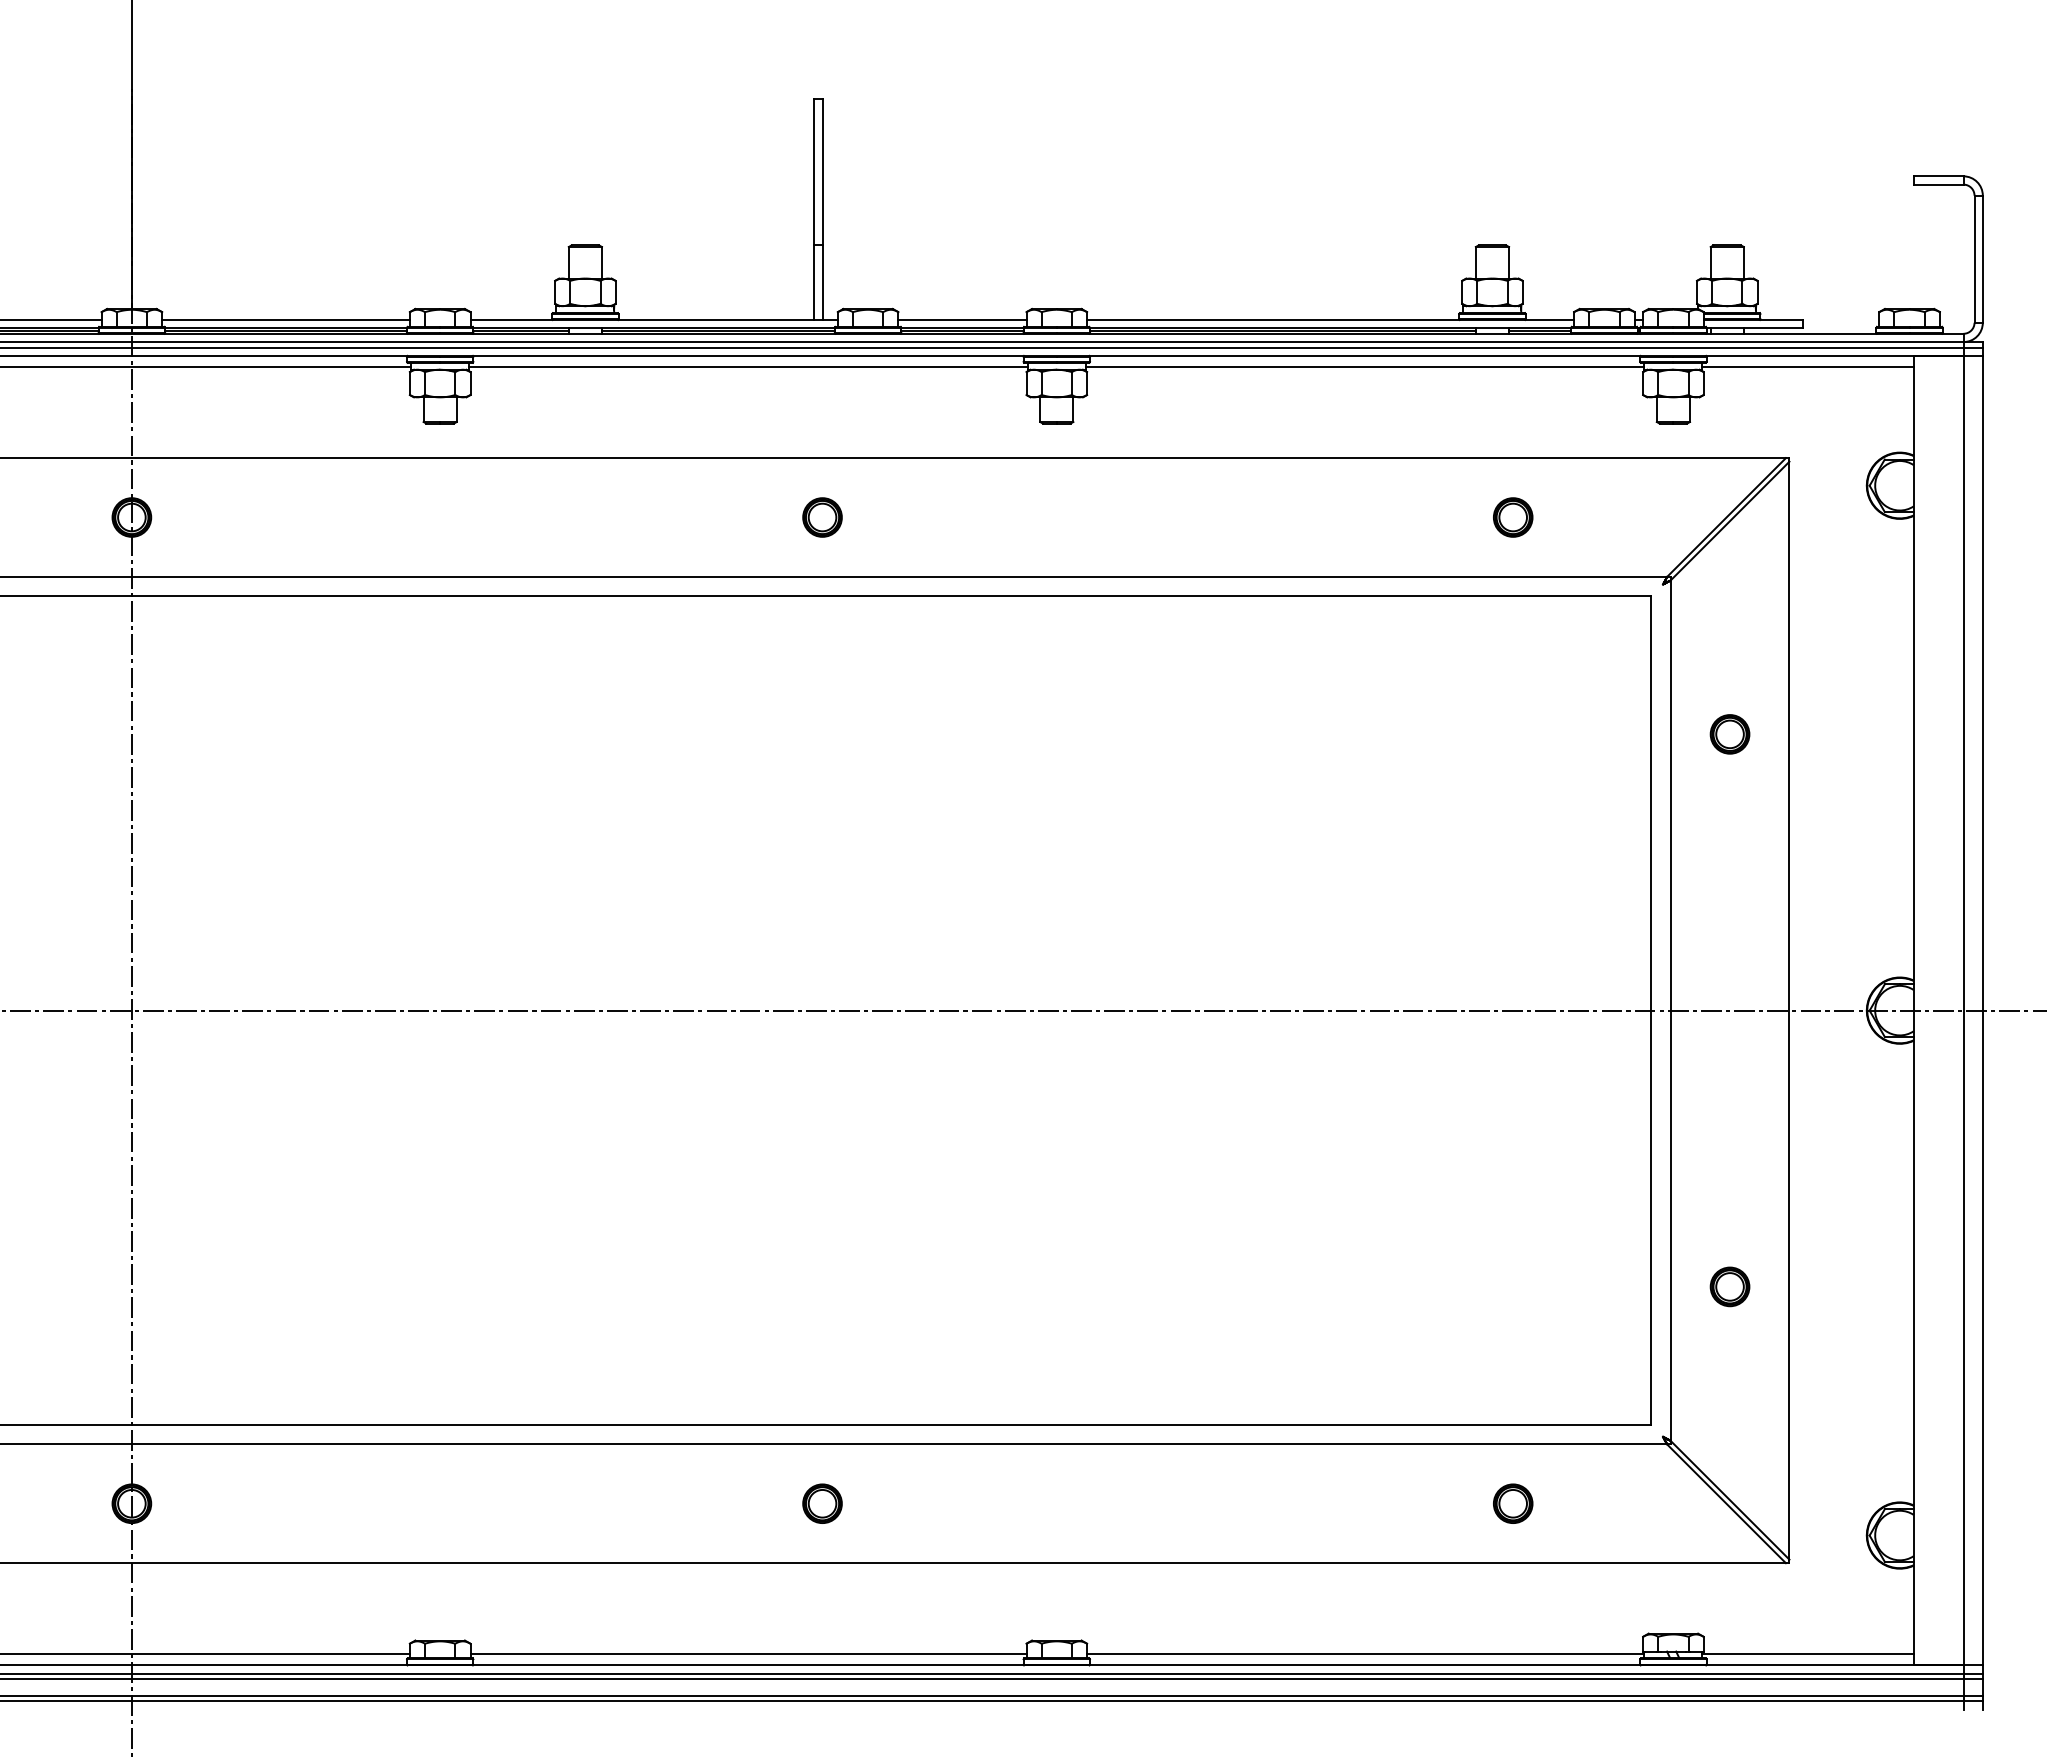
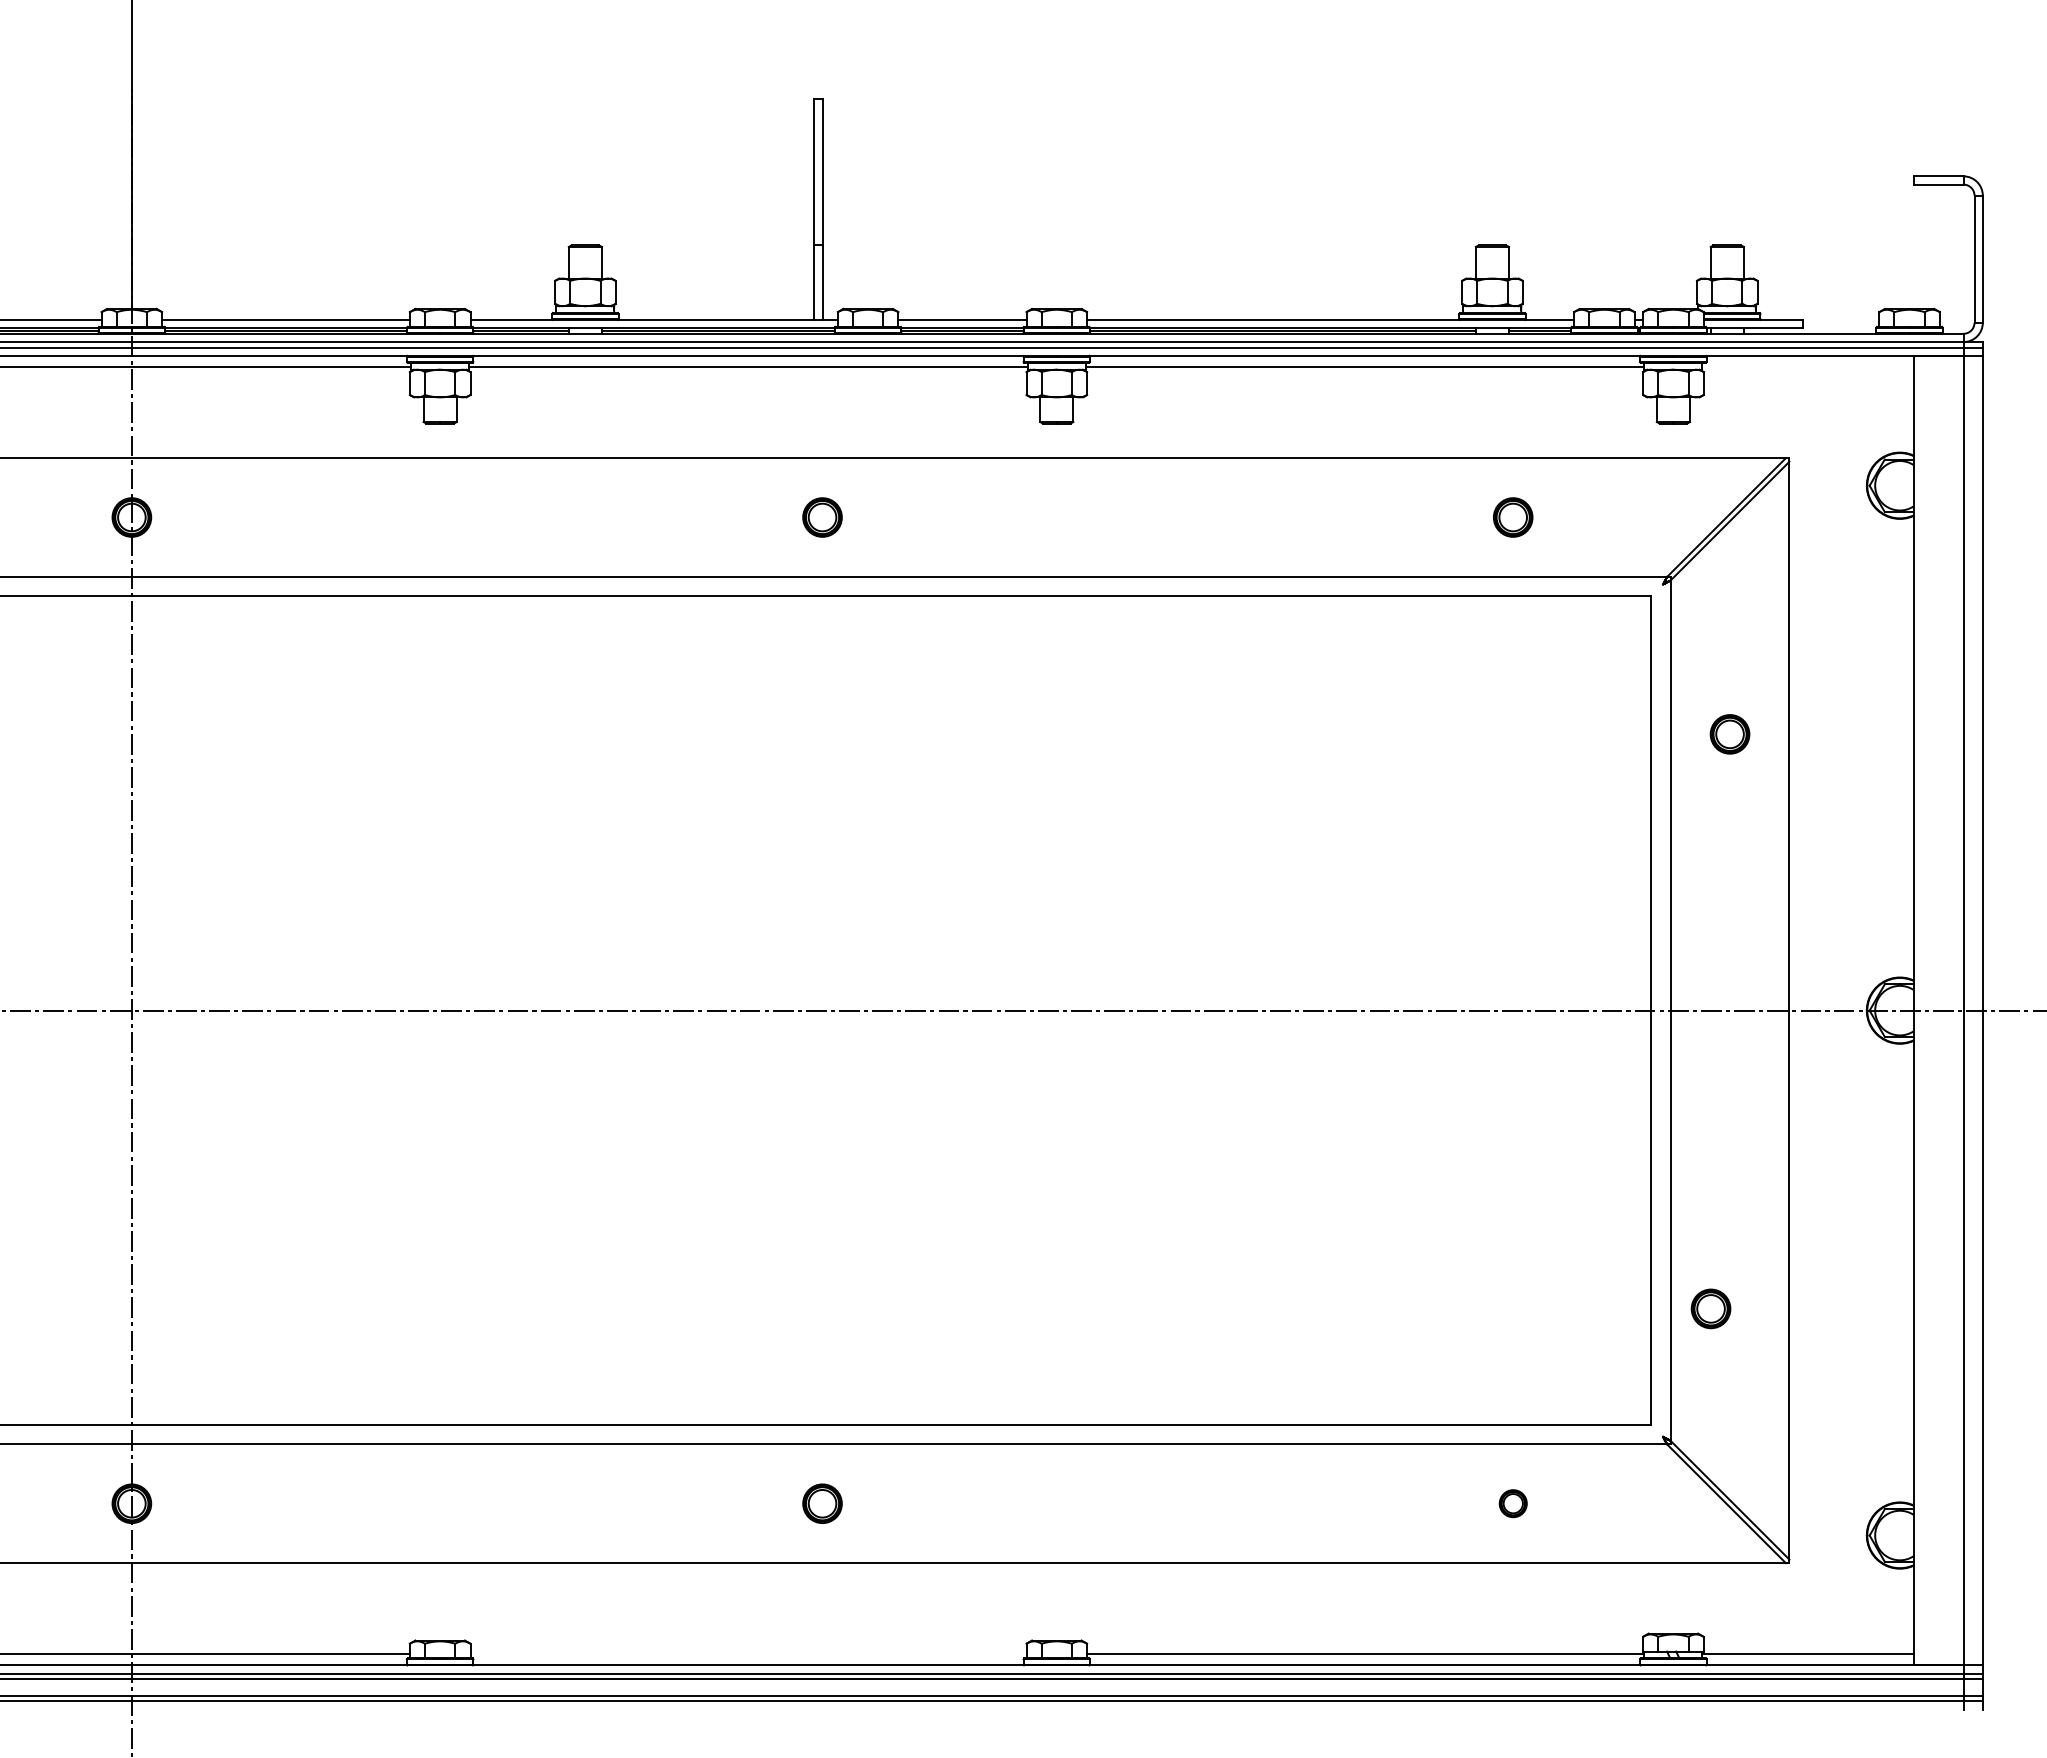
line at (1807, 366): present -> none
part at (1729, 1286) position: (1729, 1286) -> (1710, 1308)
part at (1513, 1503) size: 41x41 px -> 30x30 px
line at (748, 1654): present -> none
